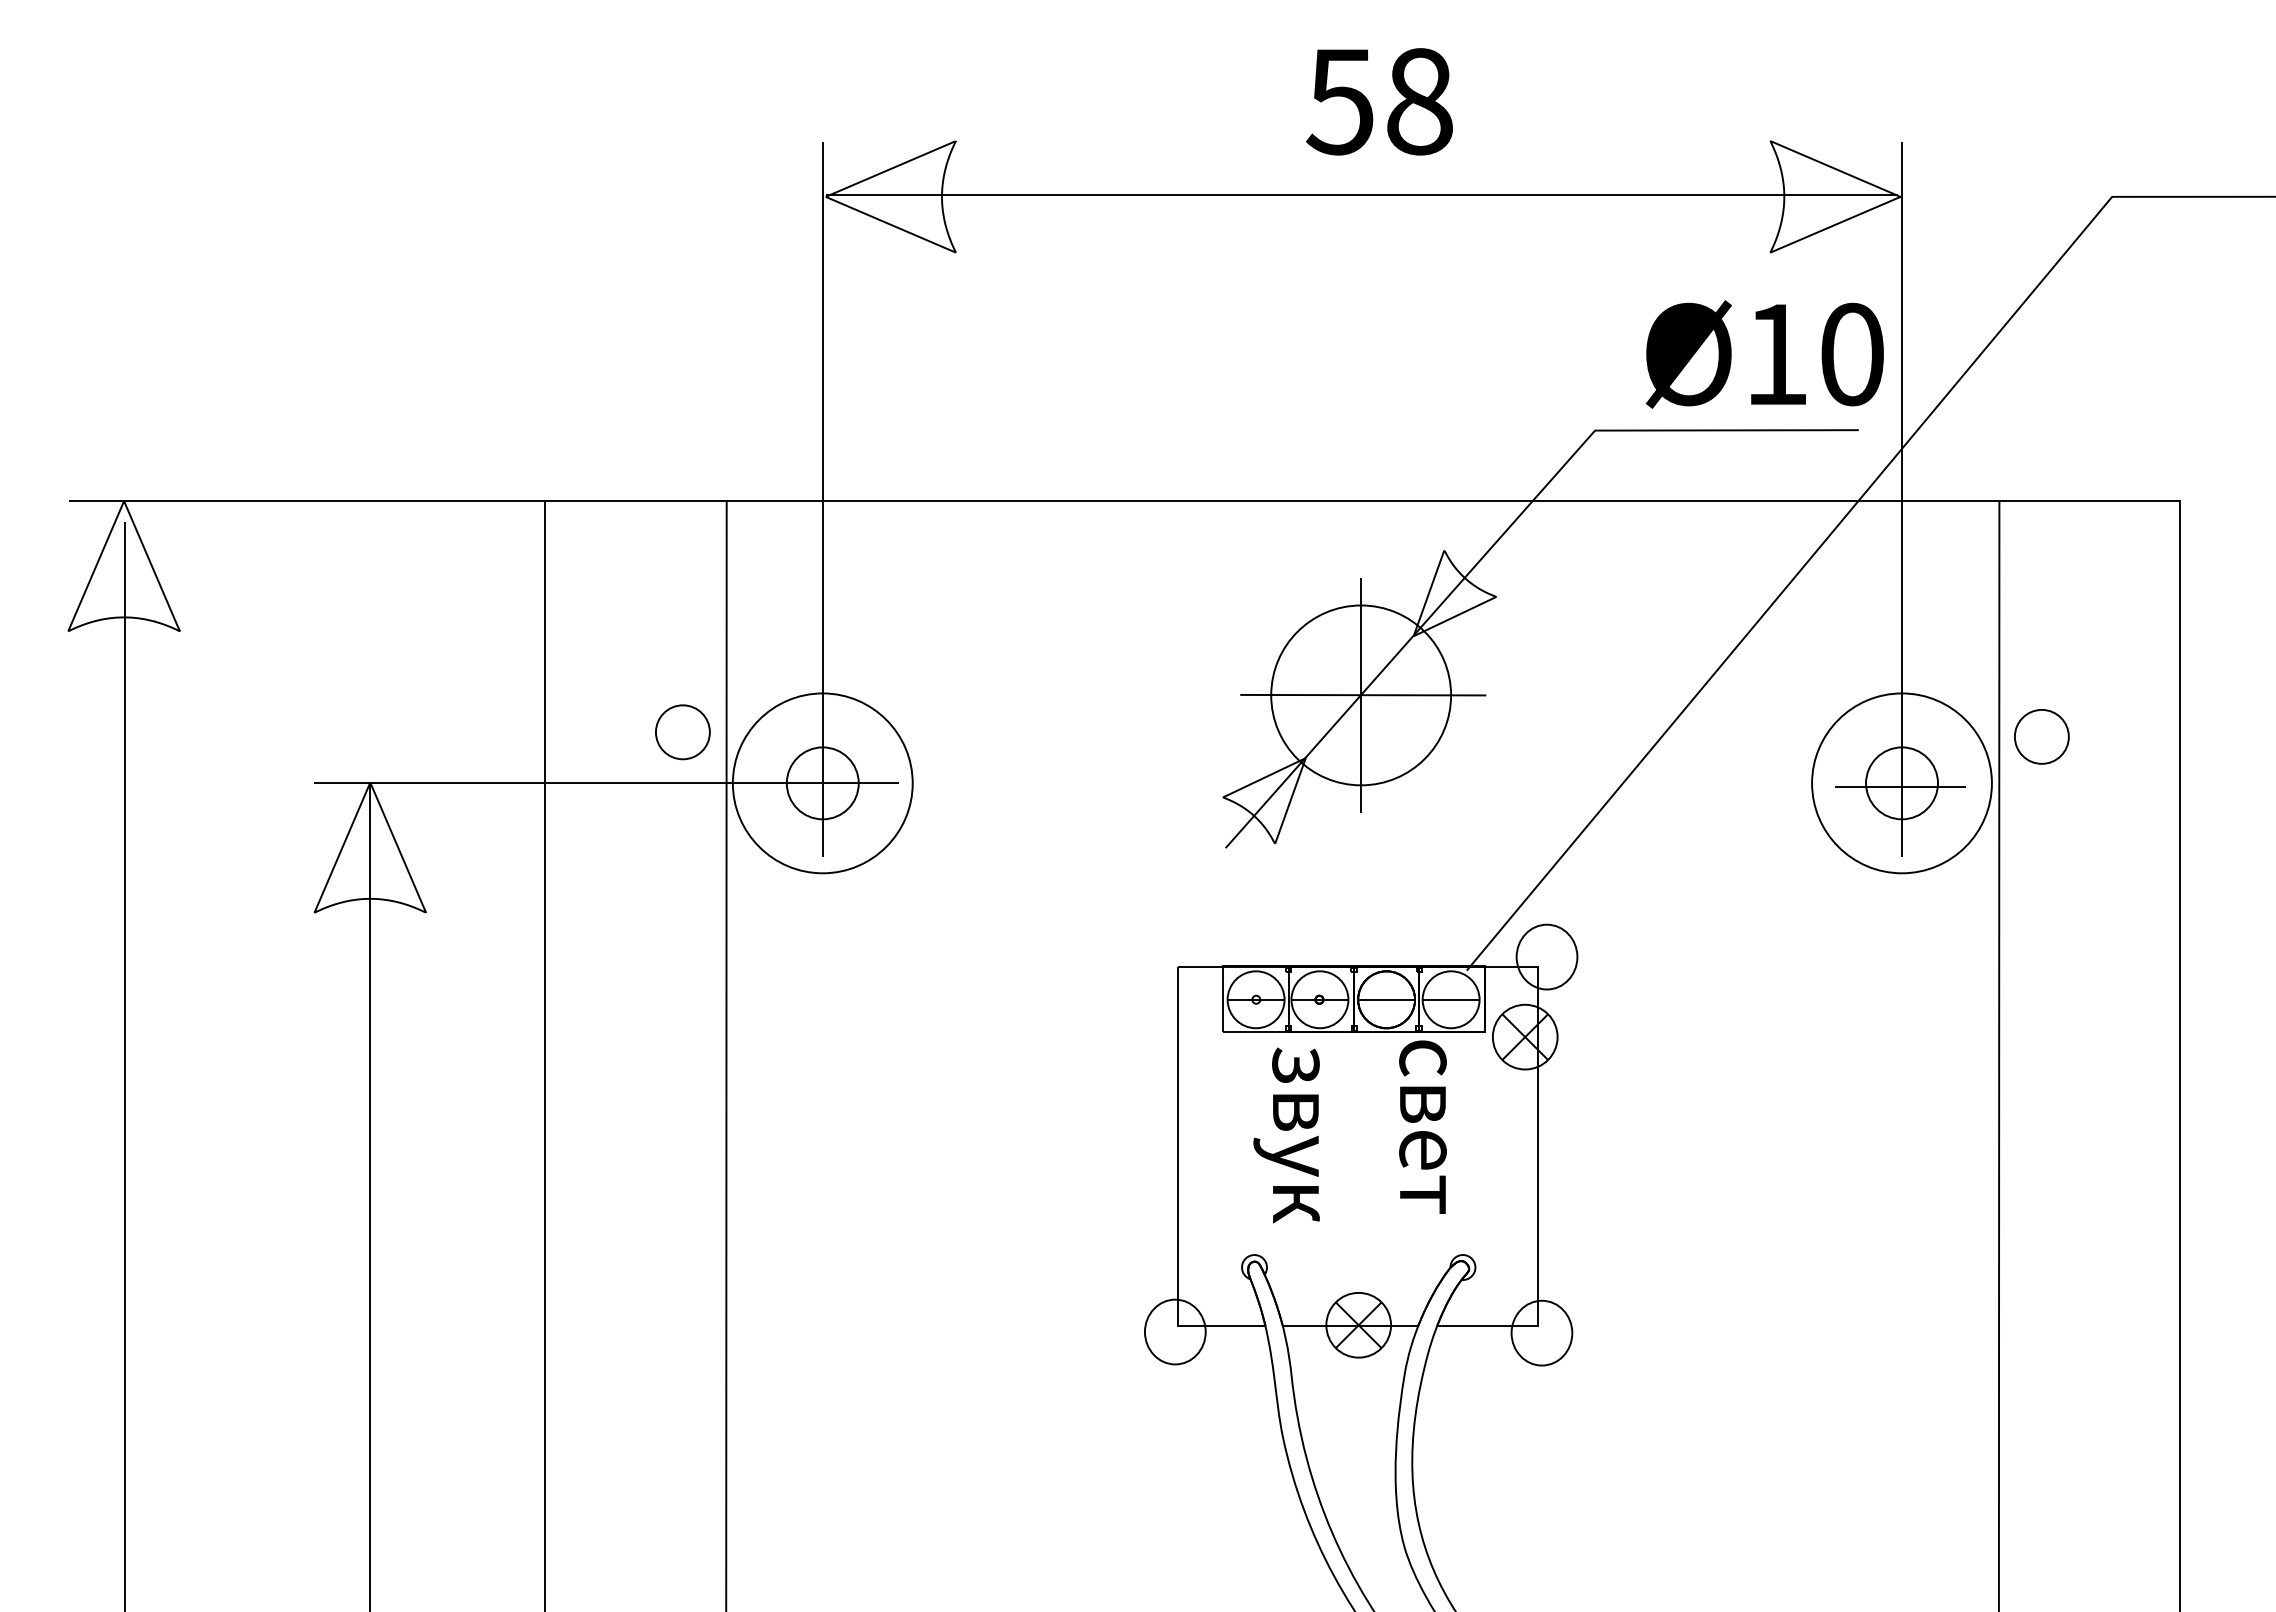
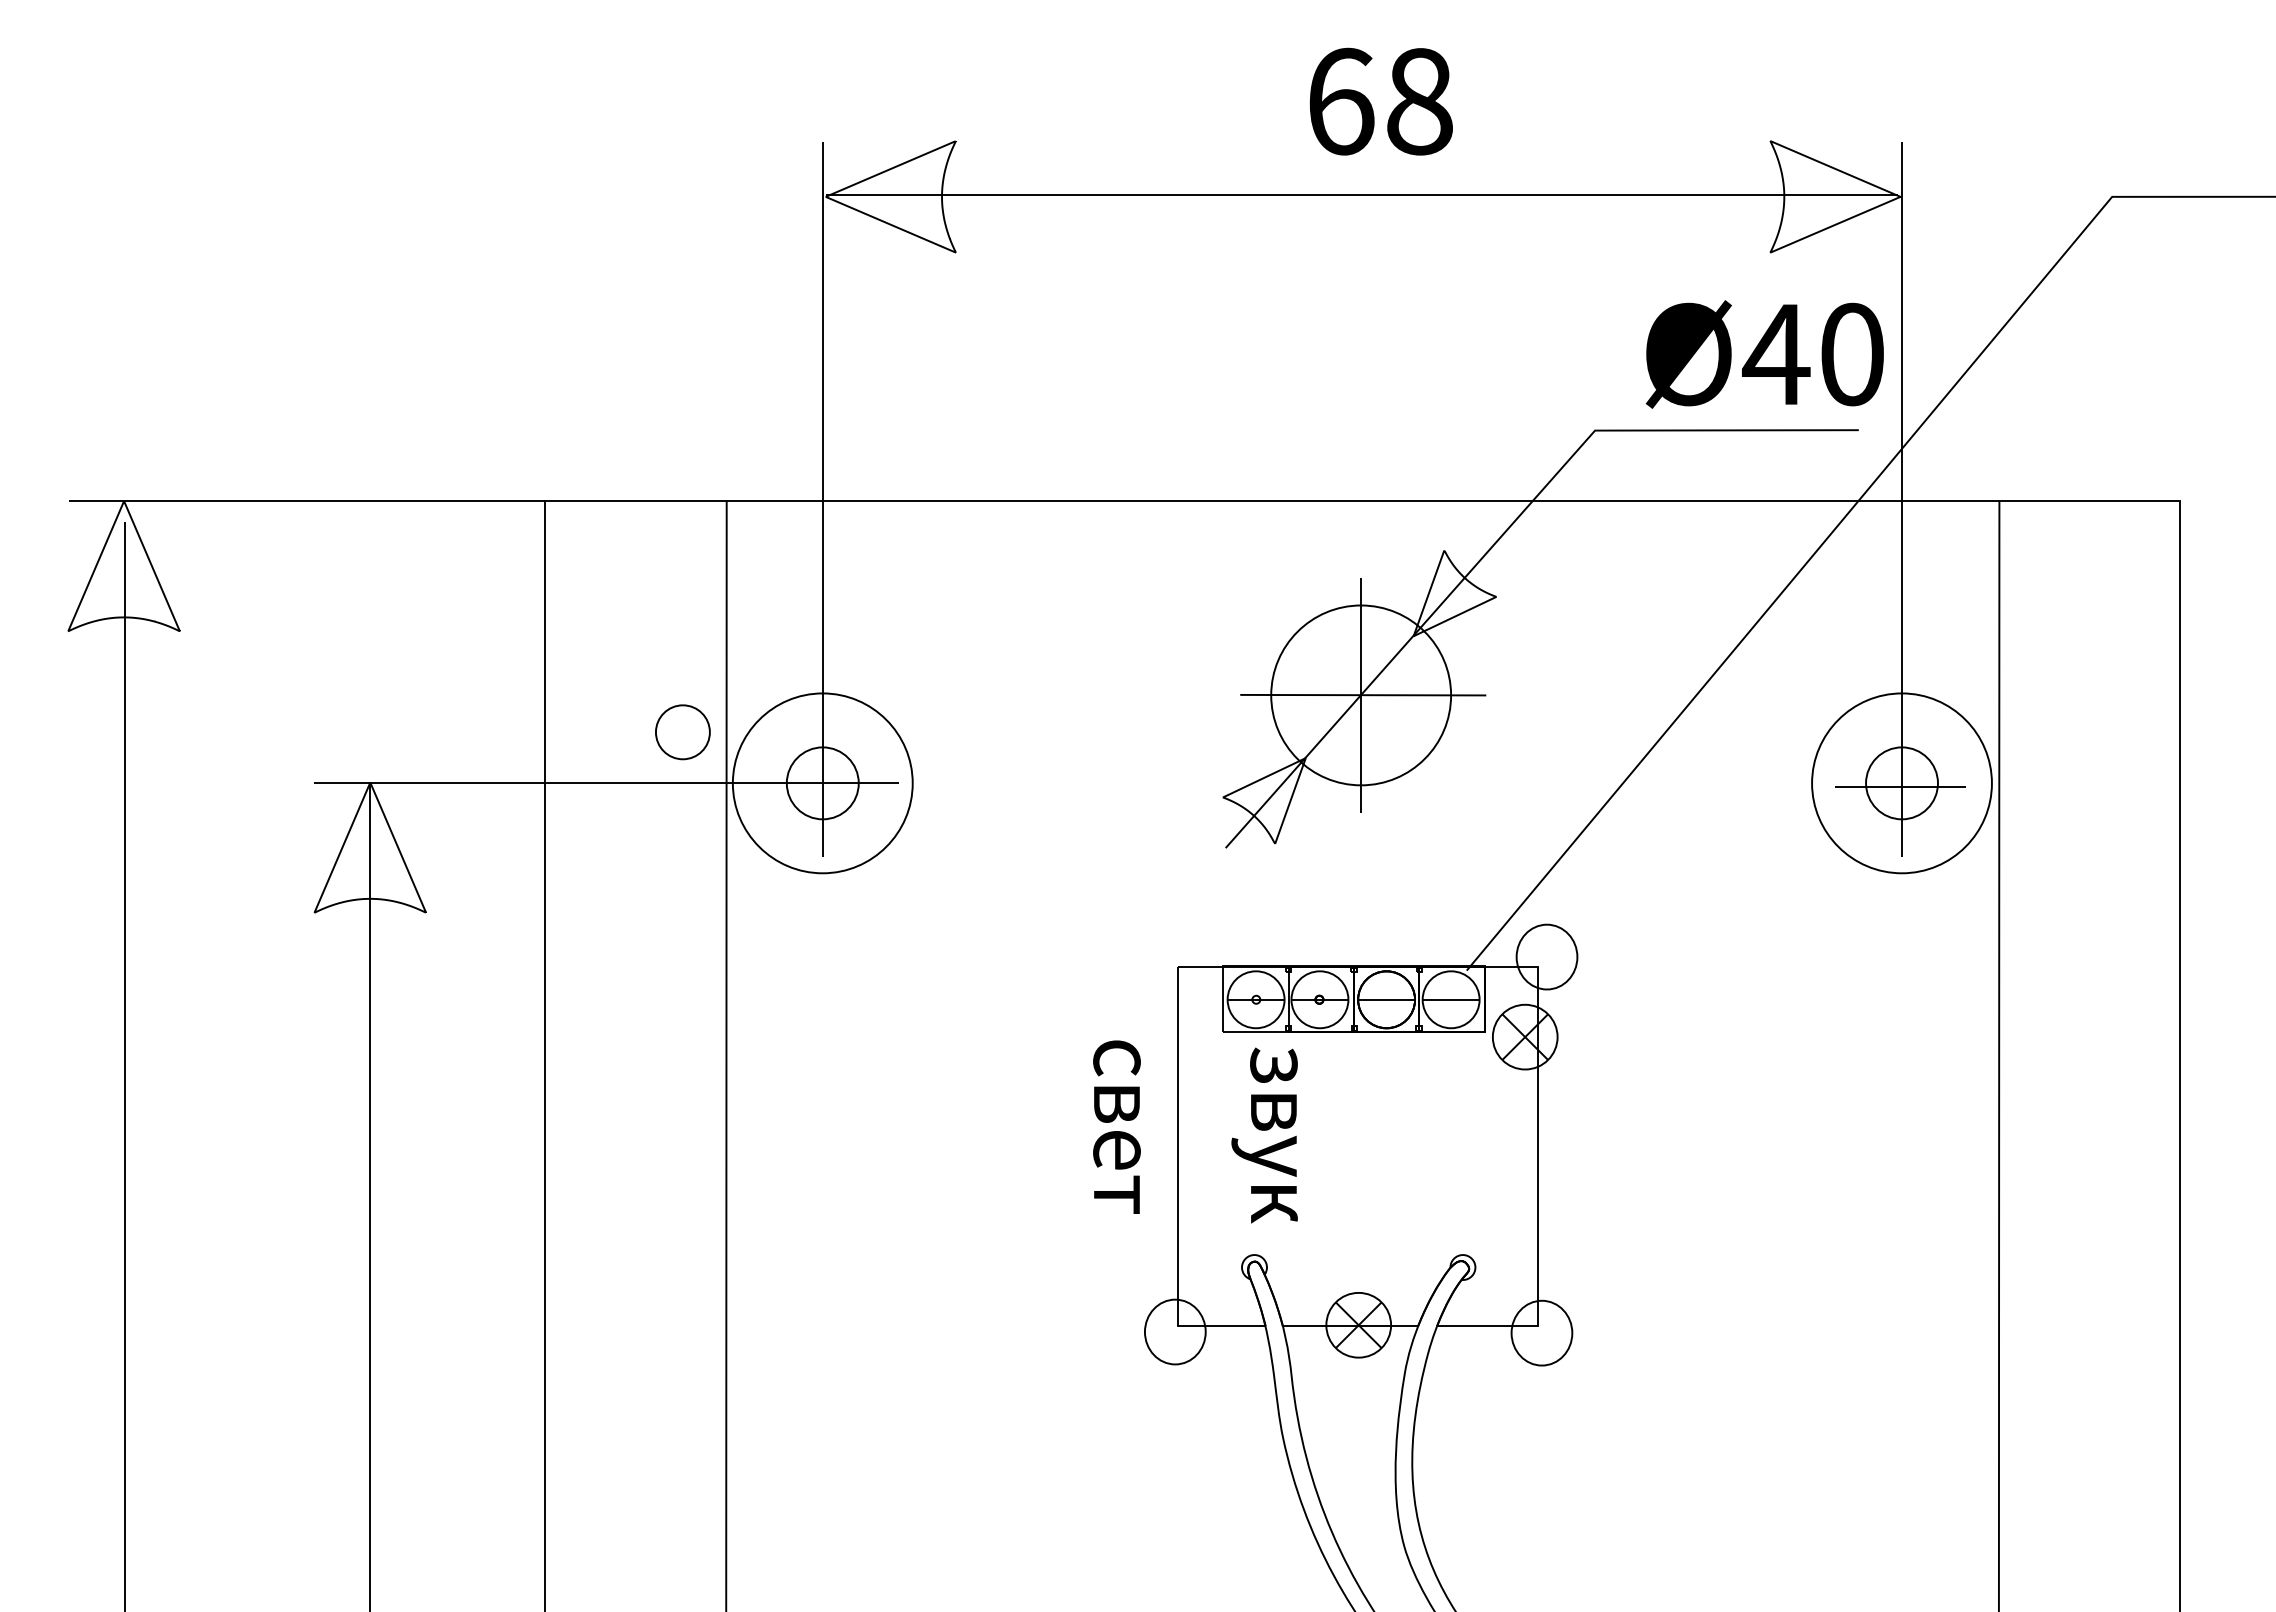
text at (1340, 101): 58 -> 68
text at (1776, 354): Ø10 -> Ø40
part at (2041, 736): present -> none
text at (1422, 1126) position: (1422, 1126) -> (1116, 1126)
text at (1286, 1135) position: (1286, 1135) -> (1264, 1135)
